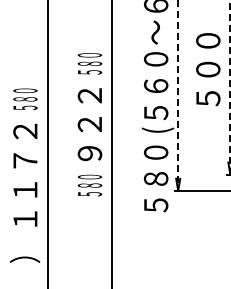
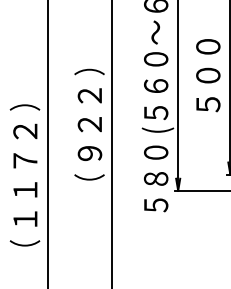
text at (89, 64): ５８０ -> ）
text at (208, 69) position: (208, 69) -> (208, 75)
line at (230, 87): dashed -> solid
line at (178, 96): dashed -> solid
text at (24, 99): ５８０ -> ）
text at (89, 185): ５８０ -> （
text at (24, 251): ） -> （
